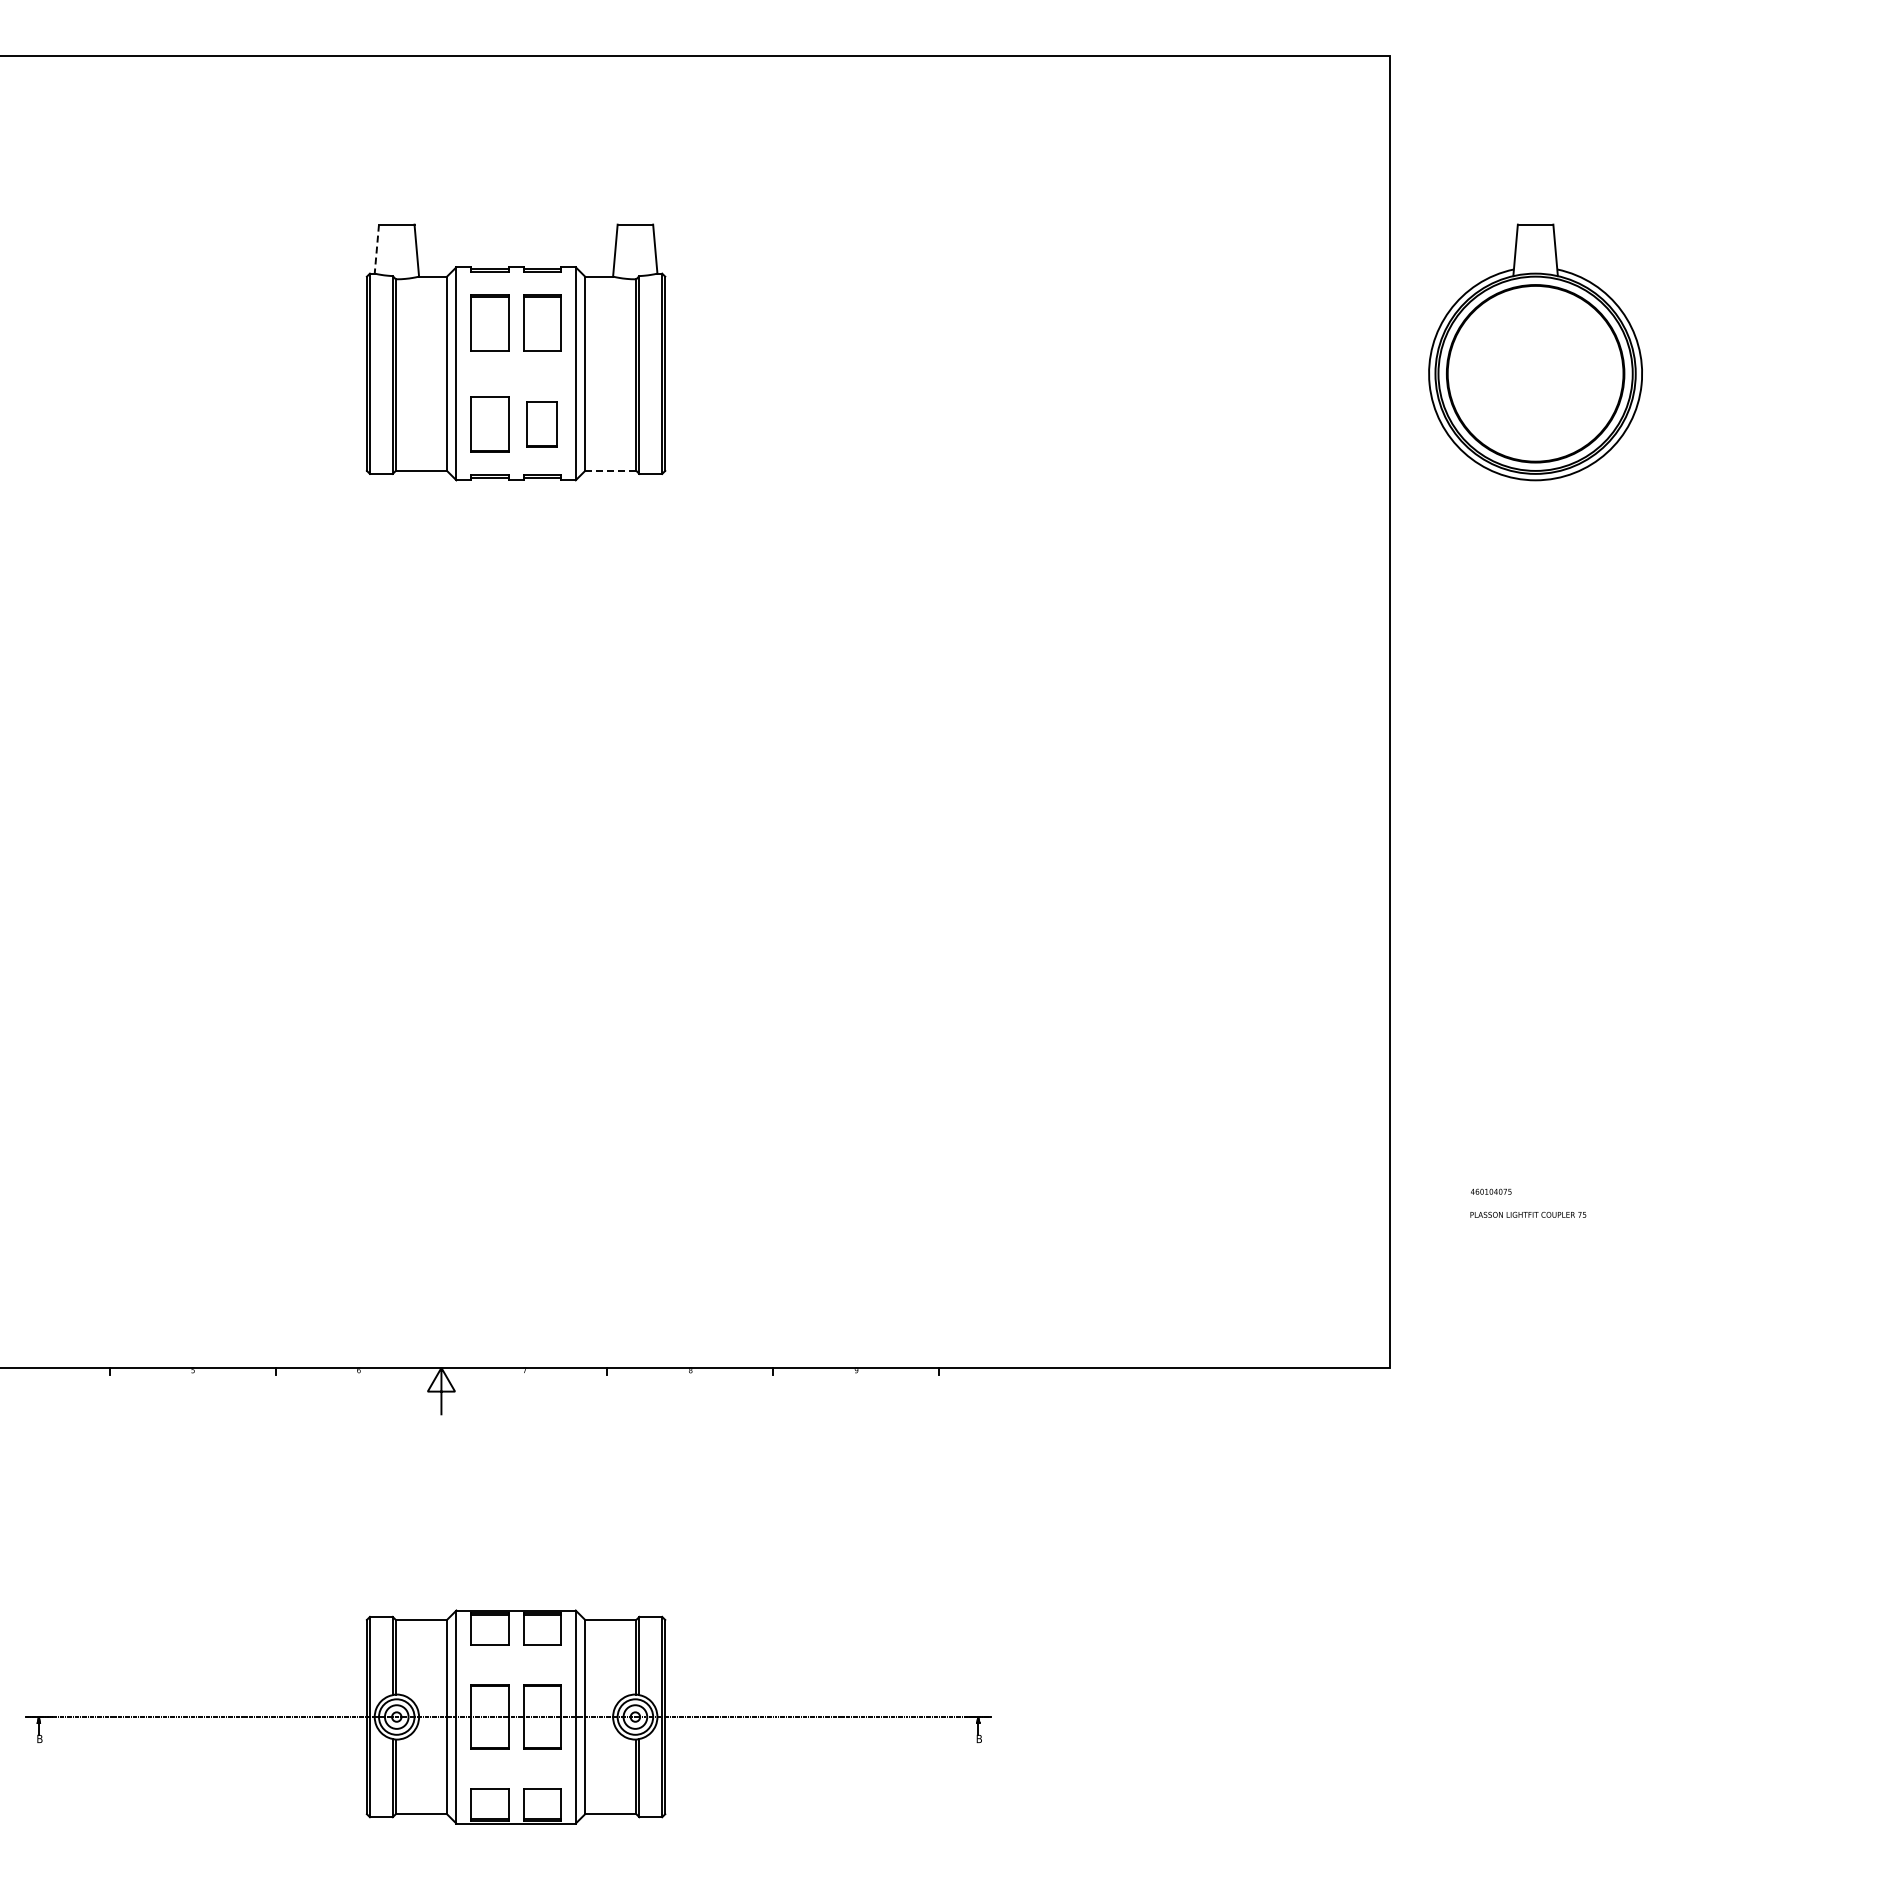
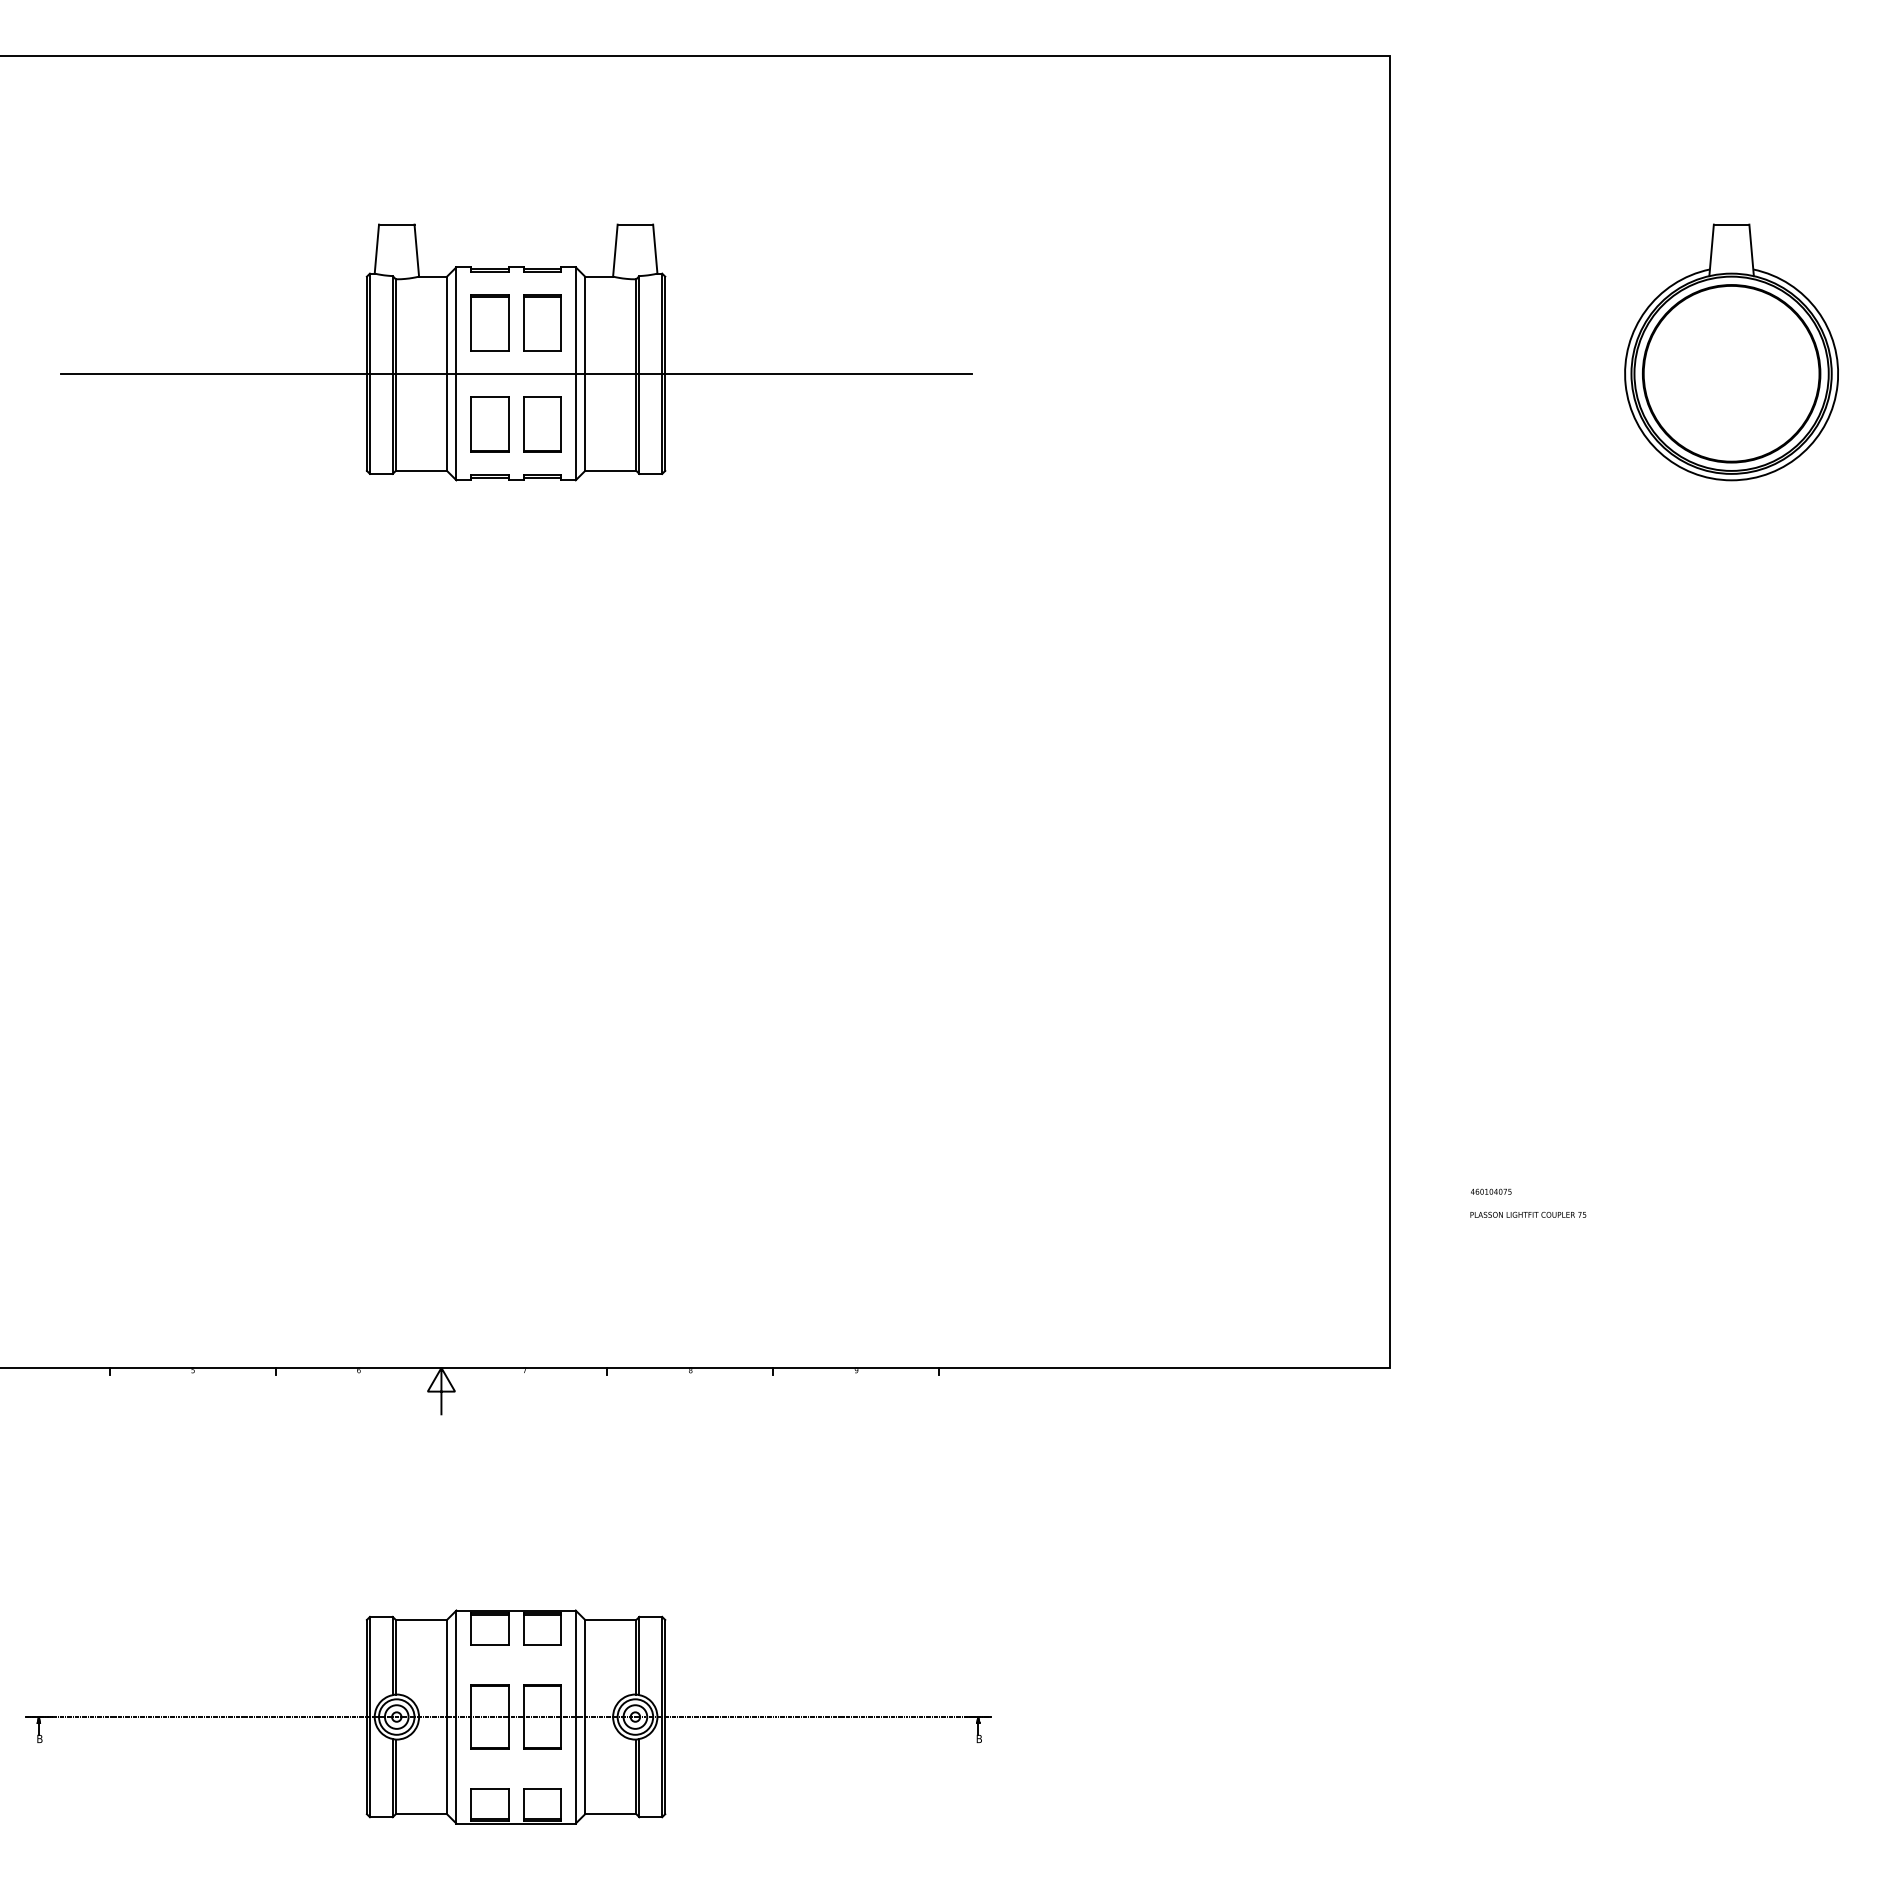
line at (376, 249): dashed -> solid
part at (1535, 352) position: (1535, 352) -> (1731, 352)
line at (515, 373): none -> present
part at (541, 424) size: 32x47 px -> 39x57 px
line at (610, 470): dashed -> solid
